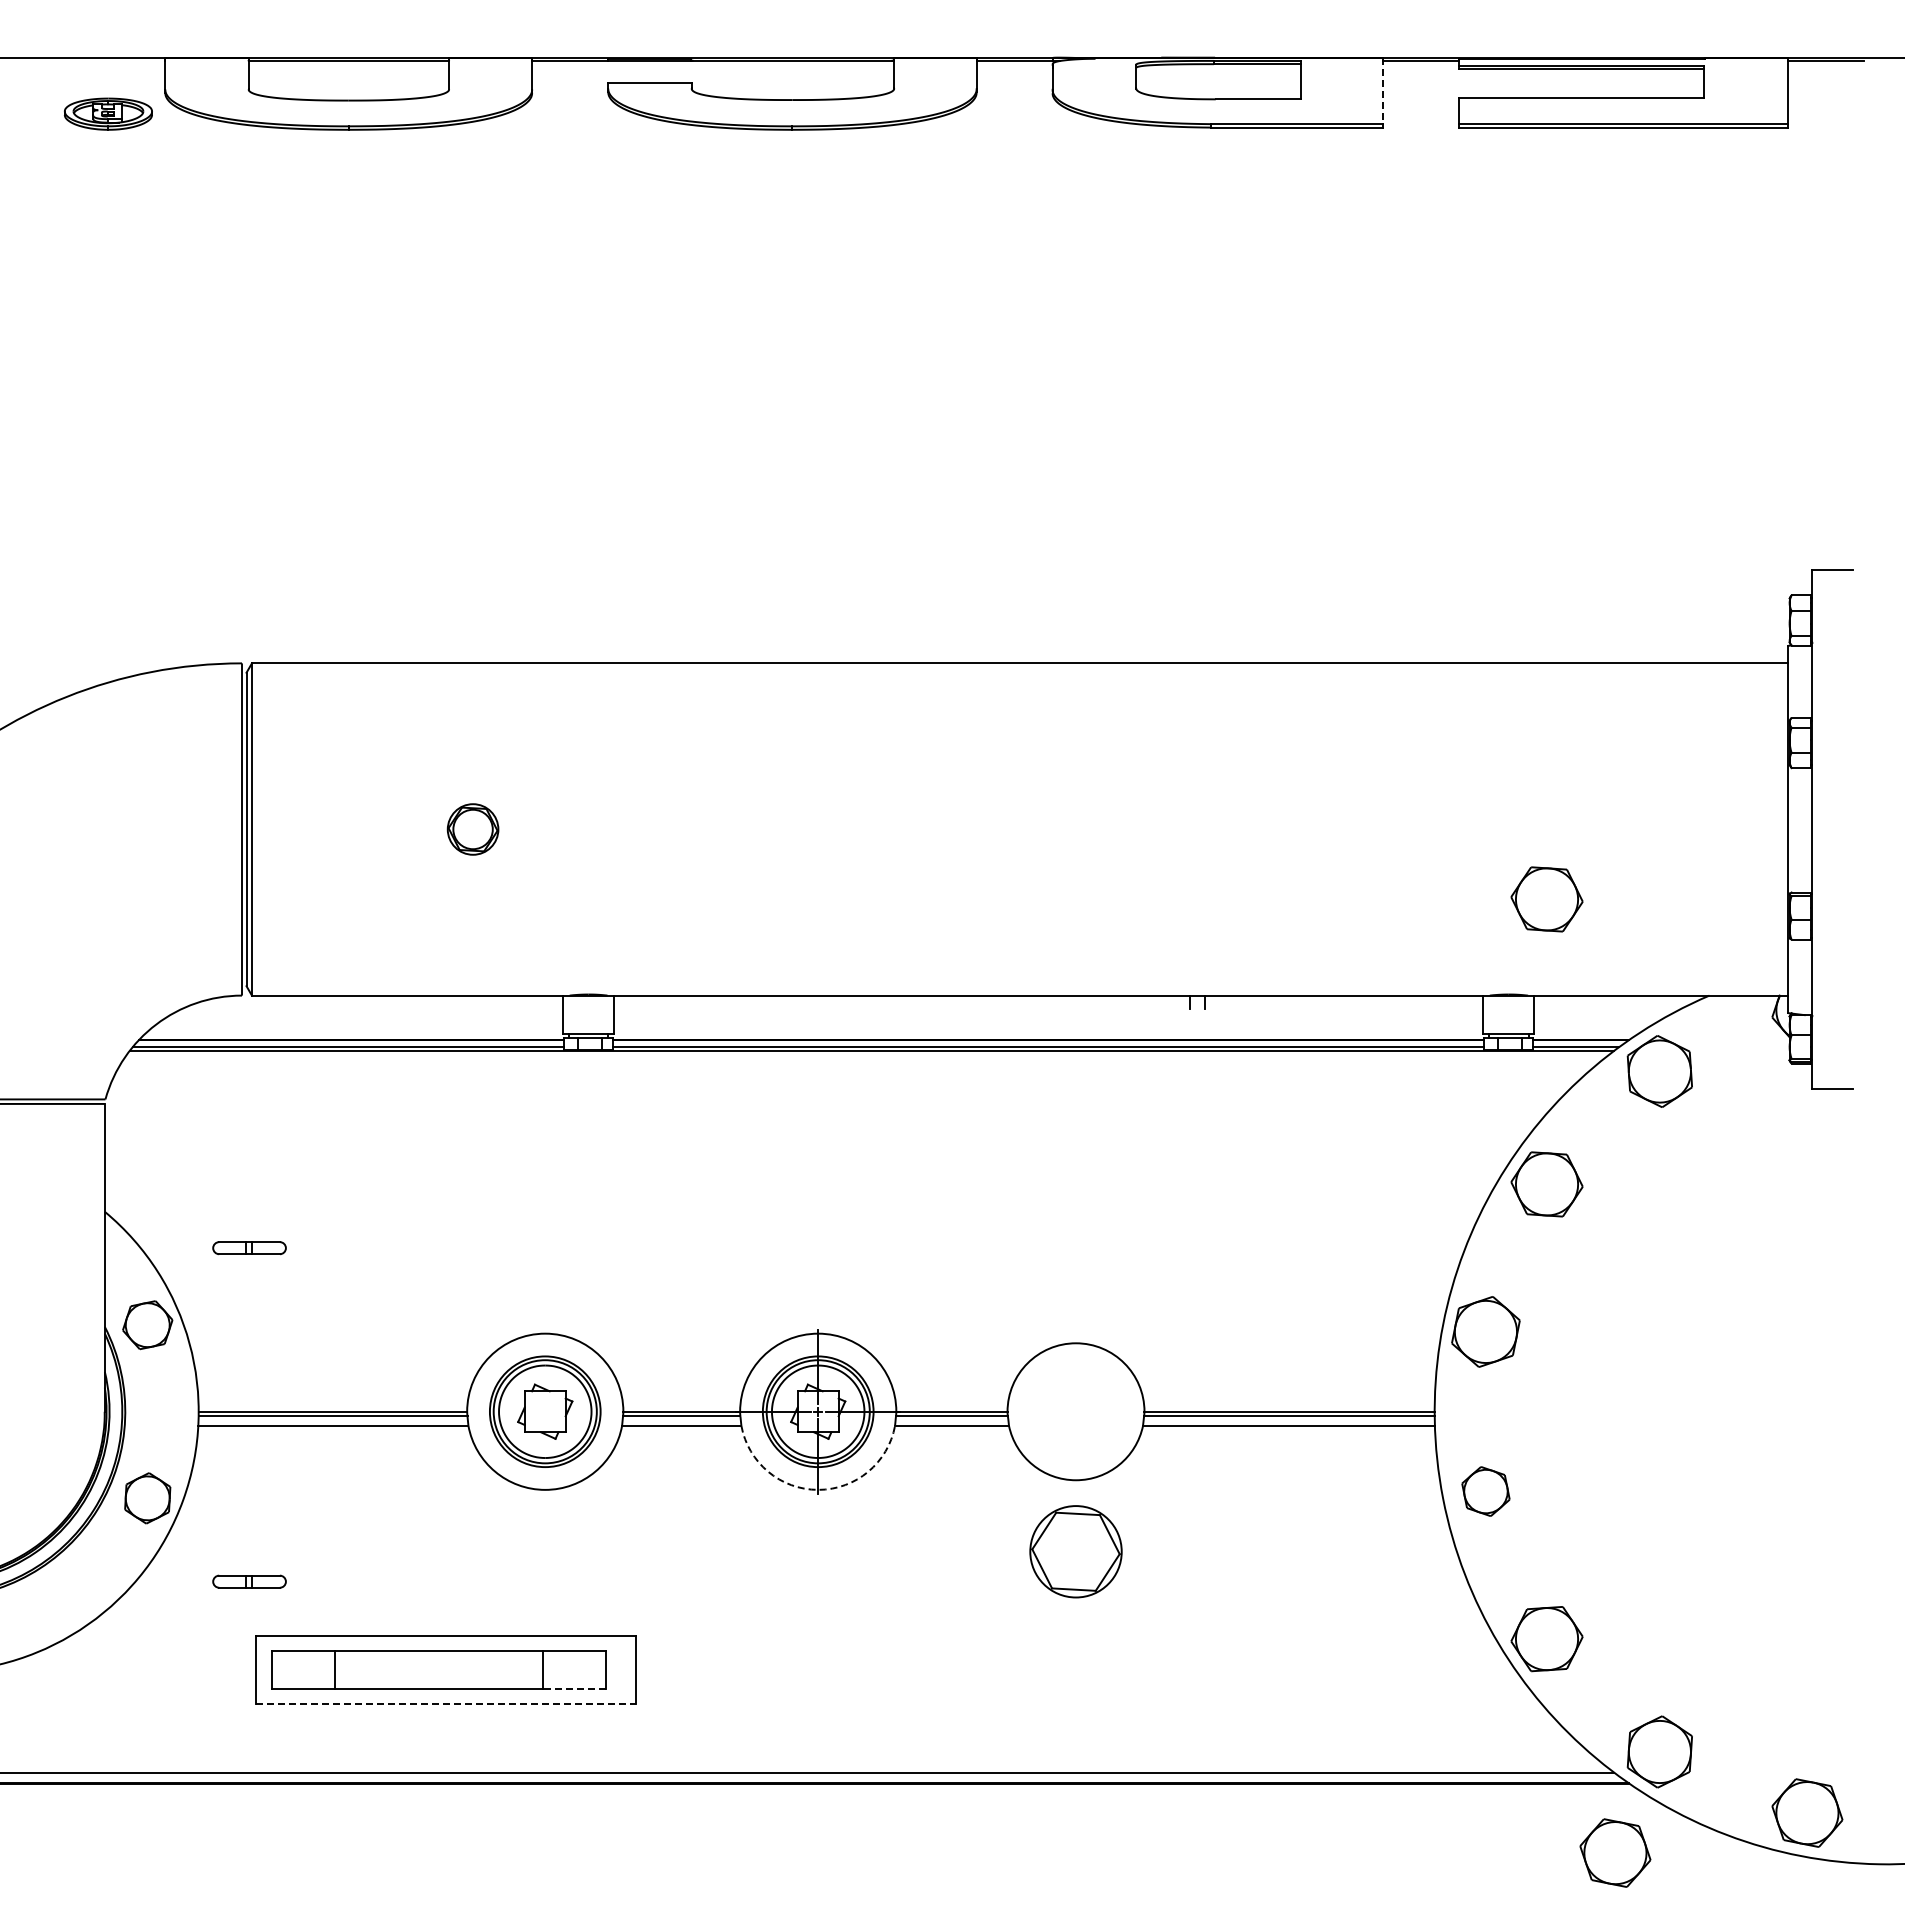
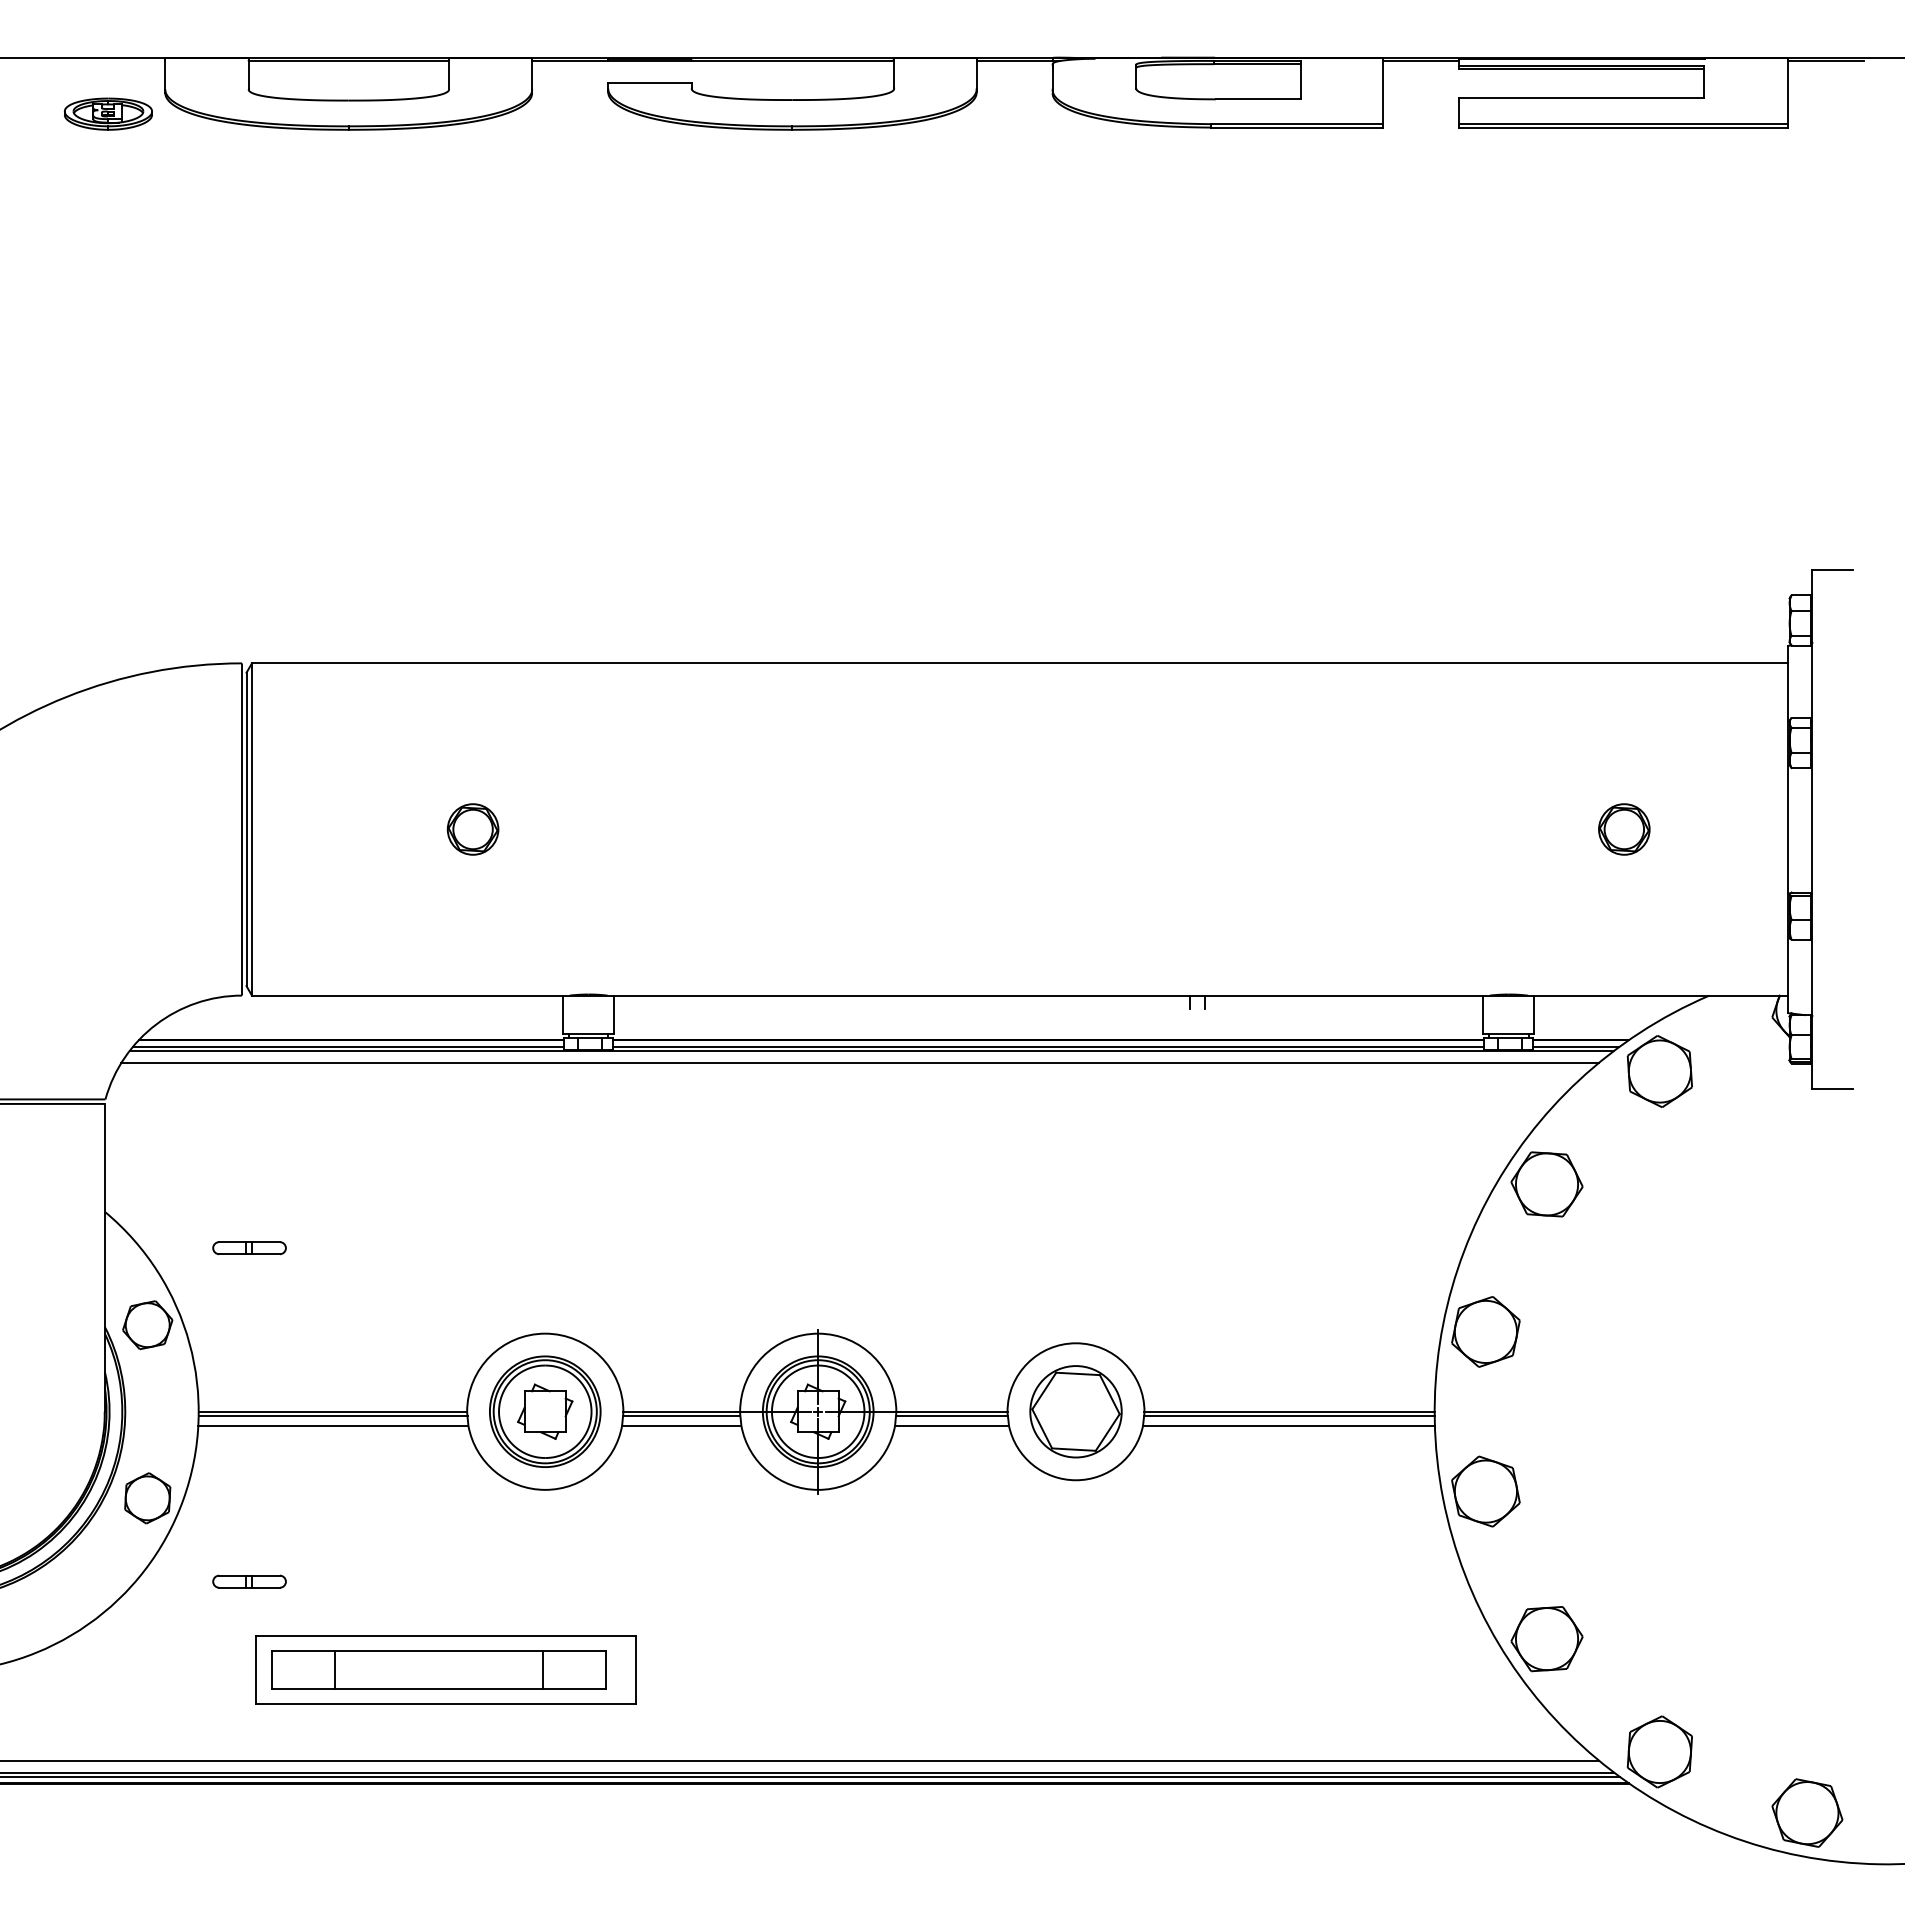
line at (1382, 91): dashed -> solid
part at (1624, 829): none -> present
part at (1546, 899): present -> none
line at (859, 1063): none -> present
arc at (818, 1489): dashed -> solid
part at (1485, 1491) size: 50x51 px -> 70x73 px
part at (1075, 1551) position: (1075, 1551) -> (1075, 1411)
line at (574, 1688): dashed -> solid
line at (445, 1704): dashed -> solid
line at (800, 1760): none -> present
line at (810, 1776): none -> present
part at (1615, 1852): present -> none
